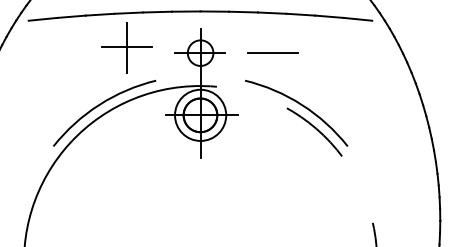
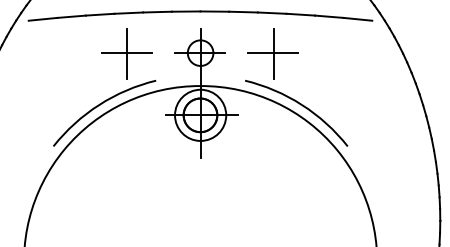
part at (126, 47) position: (126, 47) -> (126, 53)
line at (273, 53): none -> present
arc at (319, 131): dashed -> solid
